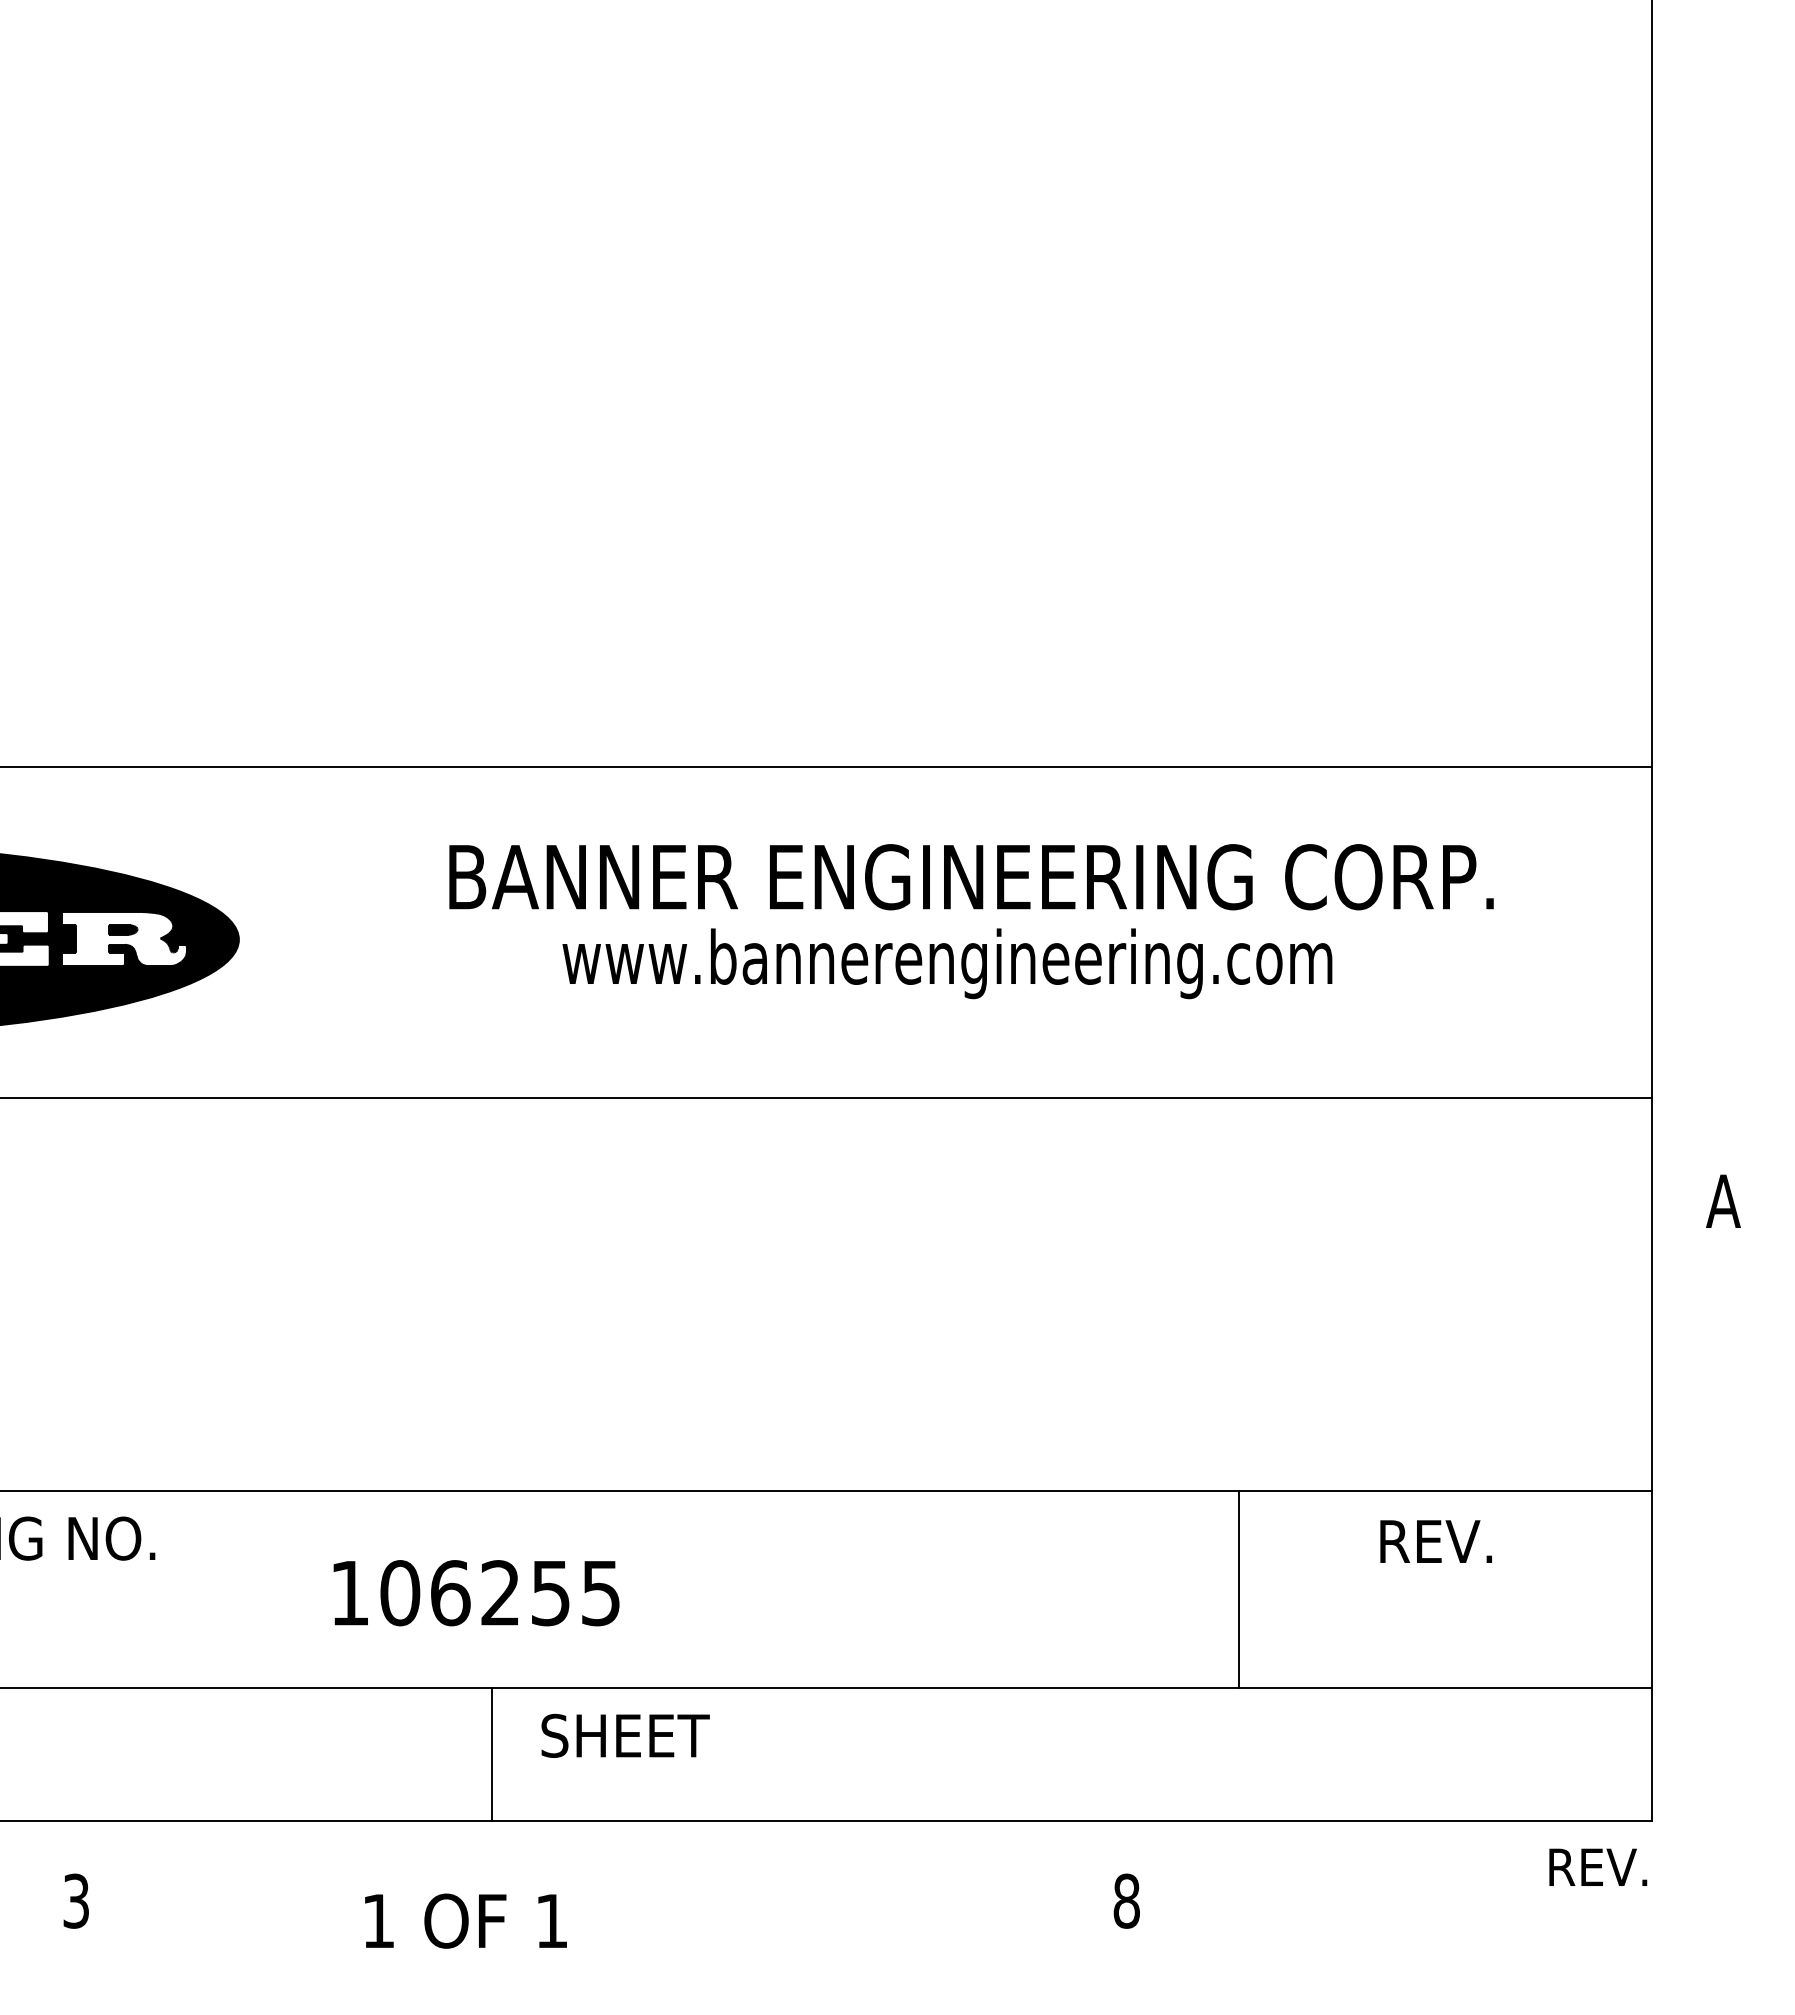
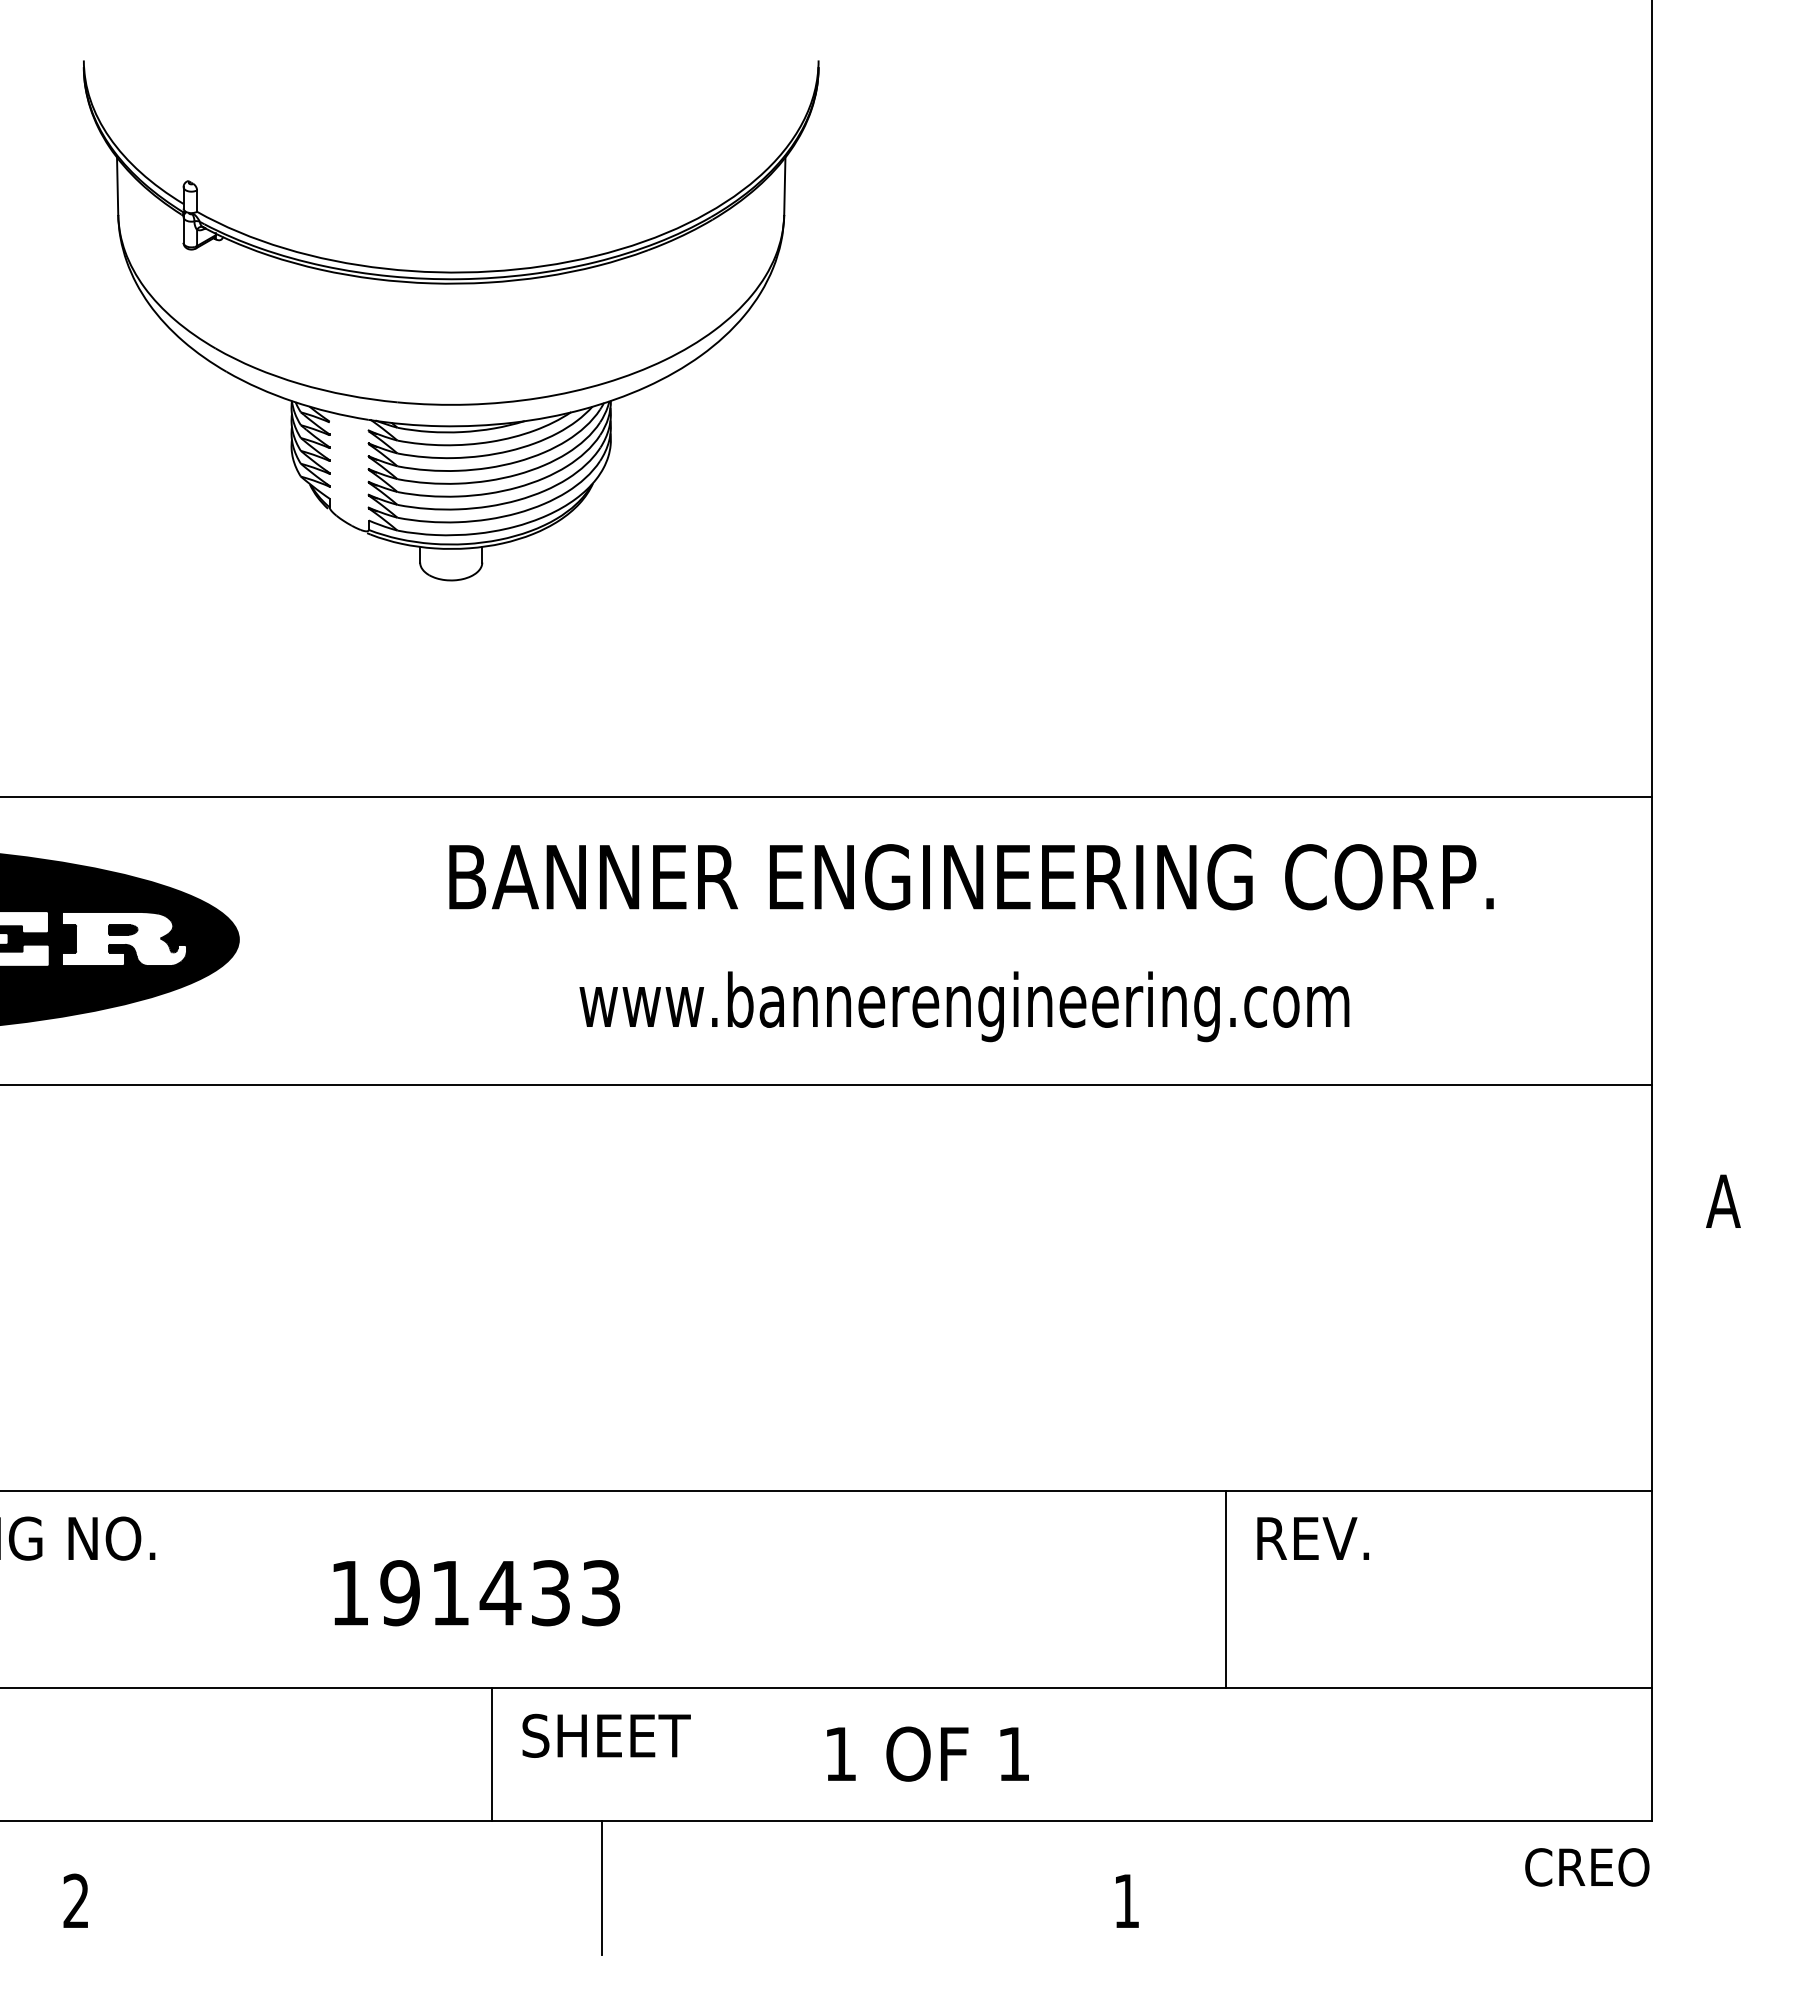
part at (450, 320): none -> present
line at (827, 767) position: (827, 767) -> (827, 797)
text at (947, 963) position: (947, 963) -> (964, 1006)
line at (827, 1098) position: (827, 1098) -> (827, 1085)
text at (1435, 1541) position: (1435, 1541) -> (1312, 1538)
line at (1238, 1588) position: (1238, 1588) -> (1225, 1588)
text at (500, 1593): 106255 -> 191433
text at (625, 1735) position: (625, 1735) -> (606, 1735)
text at (1587, 1867): REV. -> CREO
line at (601, 1887): none -> present
text at (75, 1900): 3 -> 2
text at (1126, 1900): 8 -> 1
text at (465, 1920) position: (465, 1920) -> (927, 1753)
